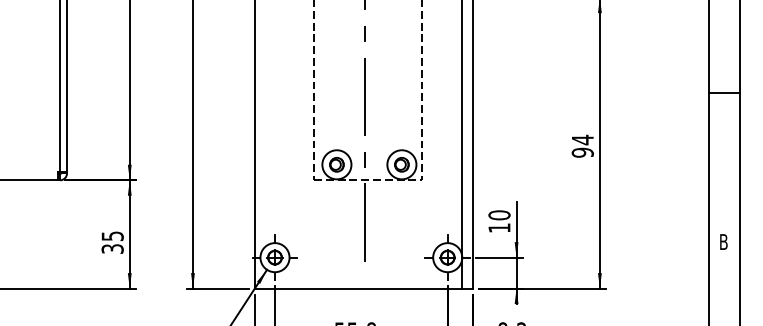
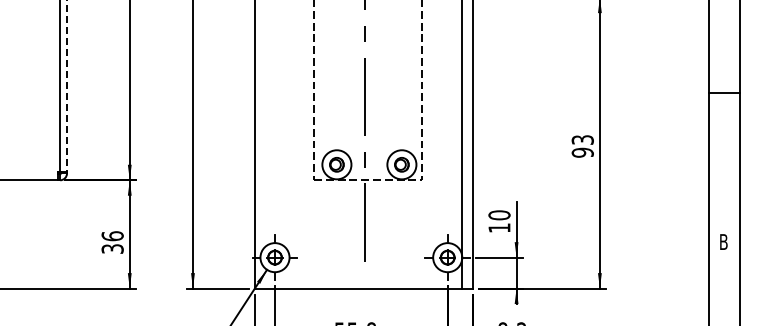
line at (67, 86): solid -> dashed
text at (582, 139): 94 -> 93
text at (112, 236): 35 -> 36
